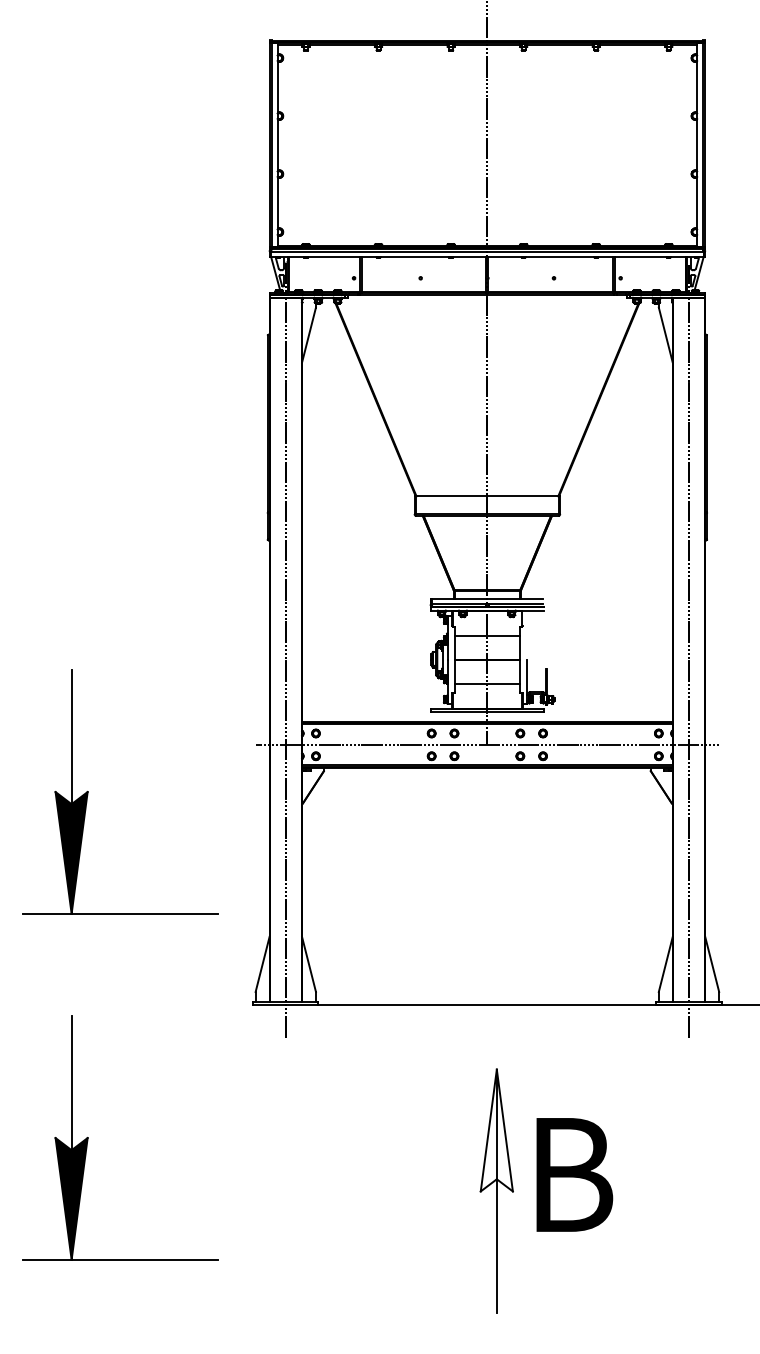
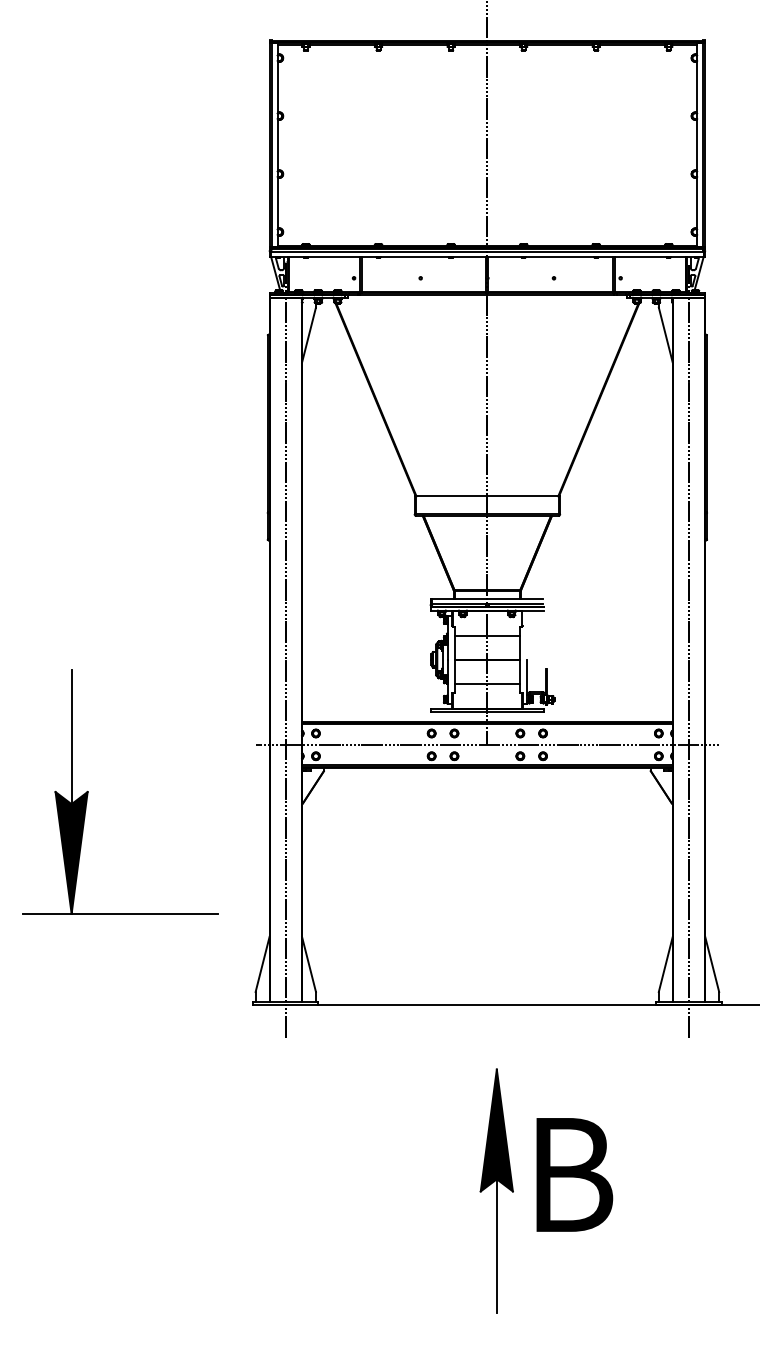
fill at (496, 1130): none -> present
part at (88, 1137): present -> none
